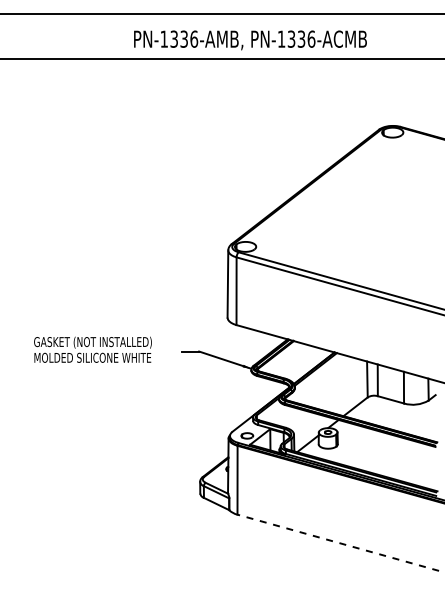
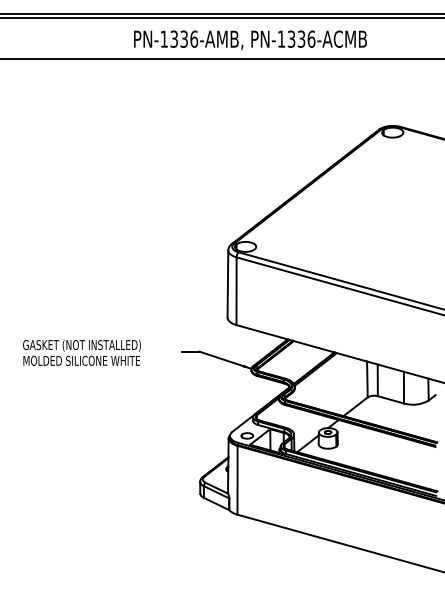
line at (221, 17): none -> present
text at (92, 349) position: (92, 349) -> (81, 352)
line at (340, 543): dashed -> solid
